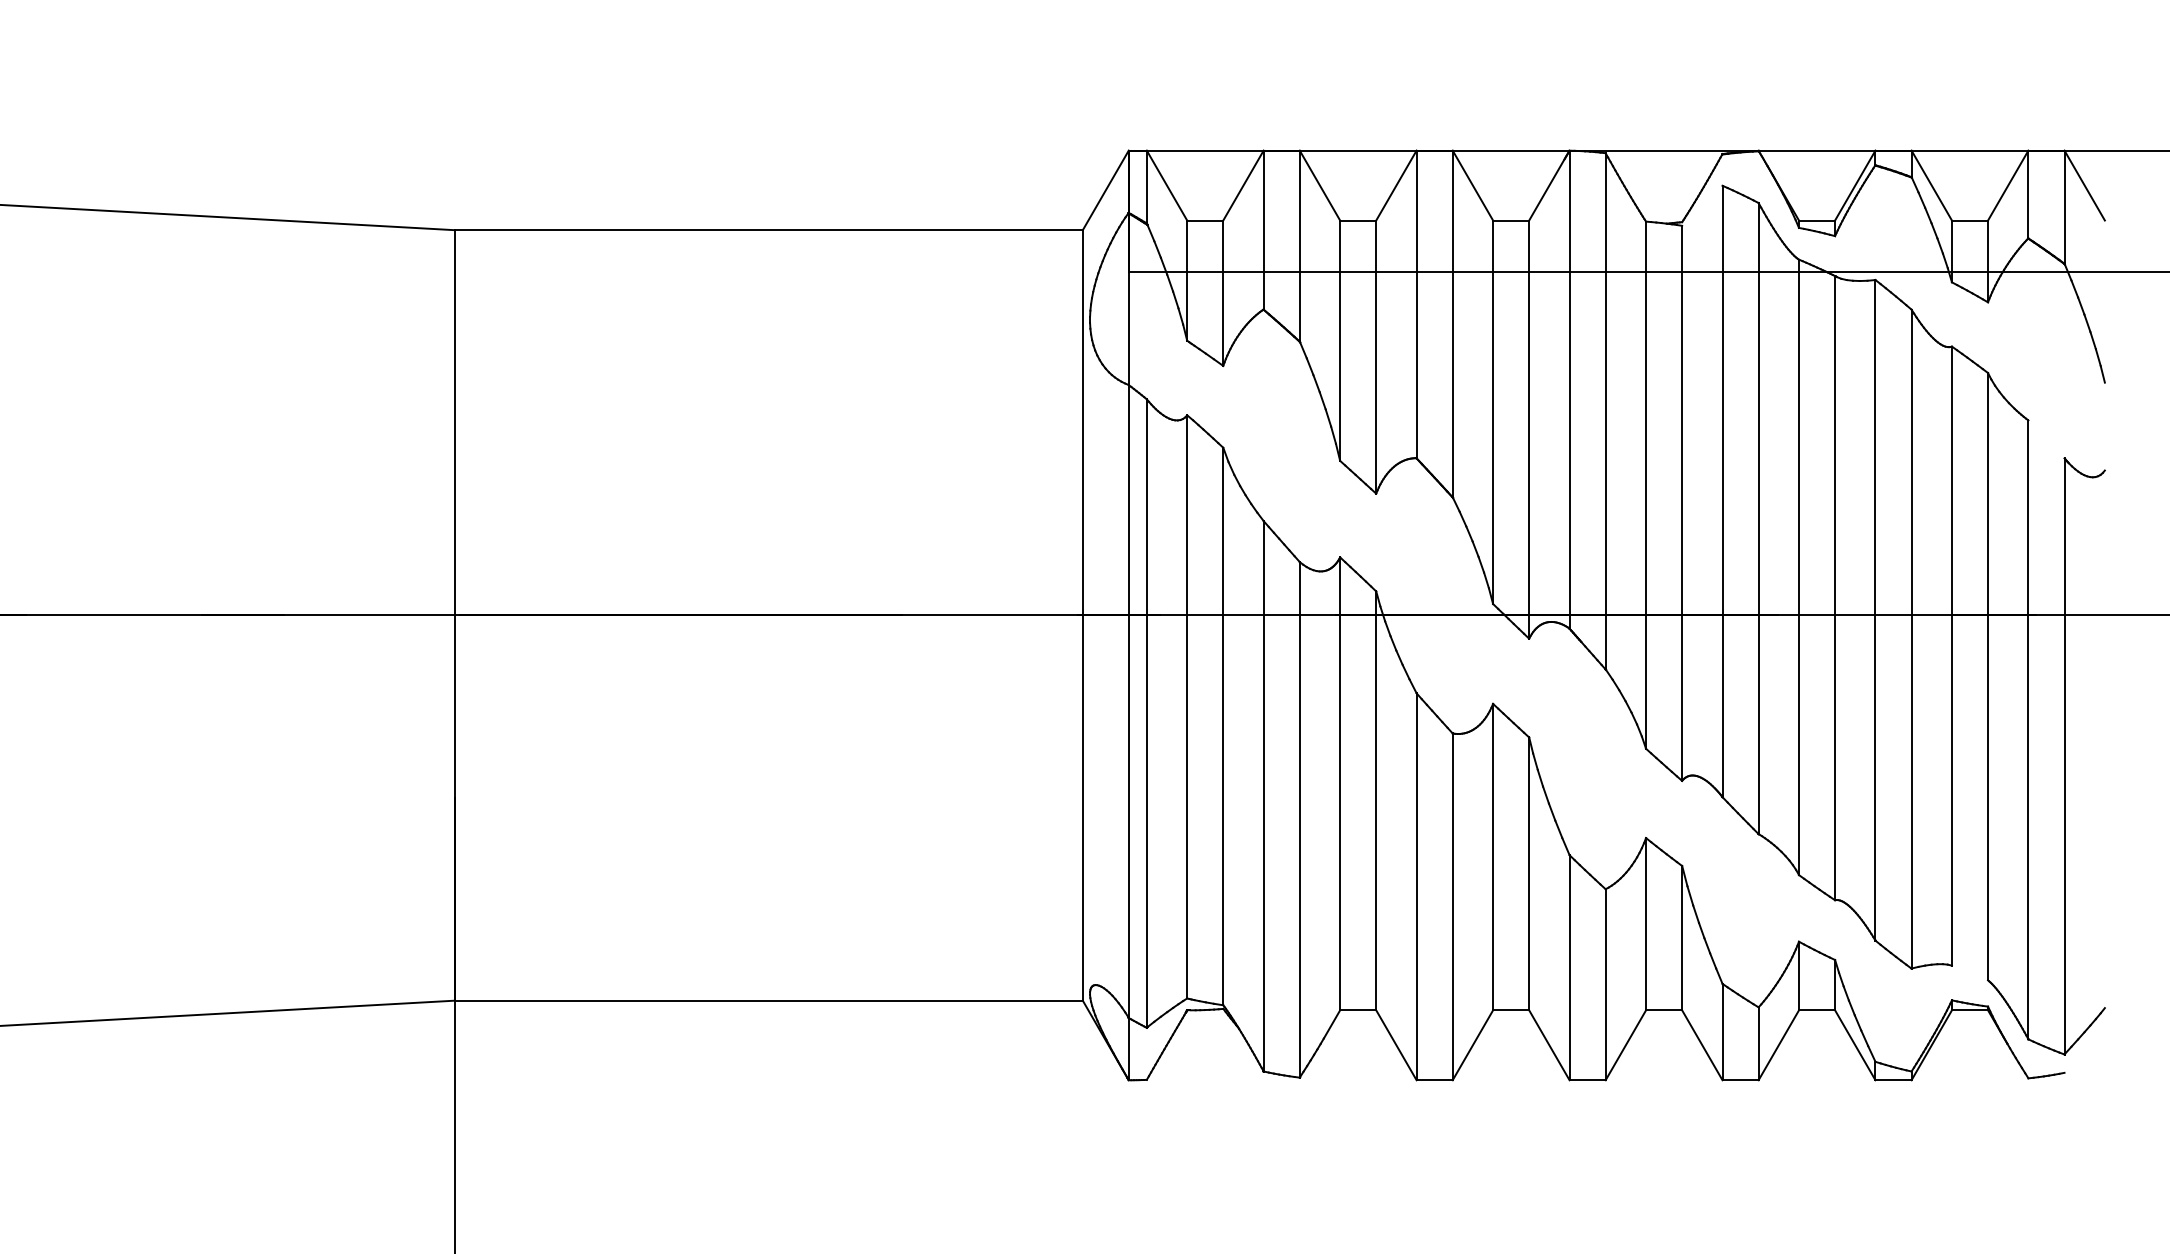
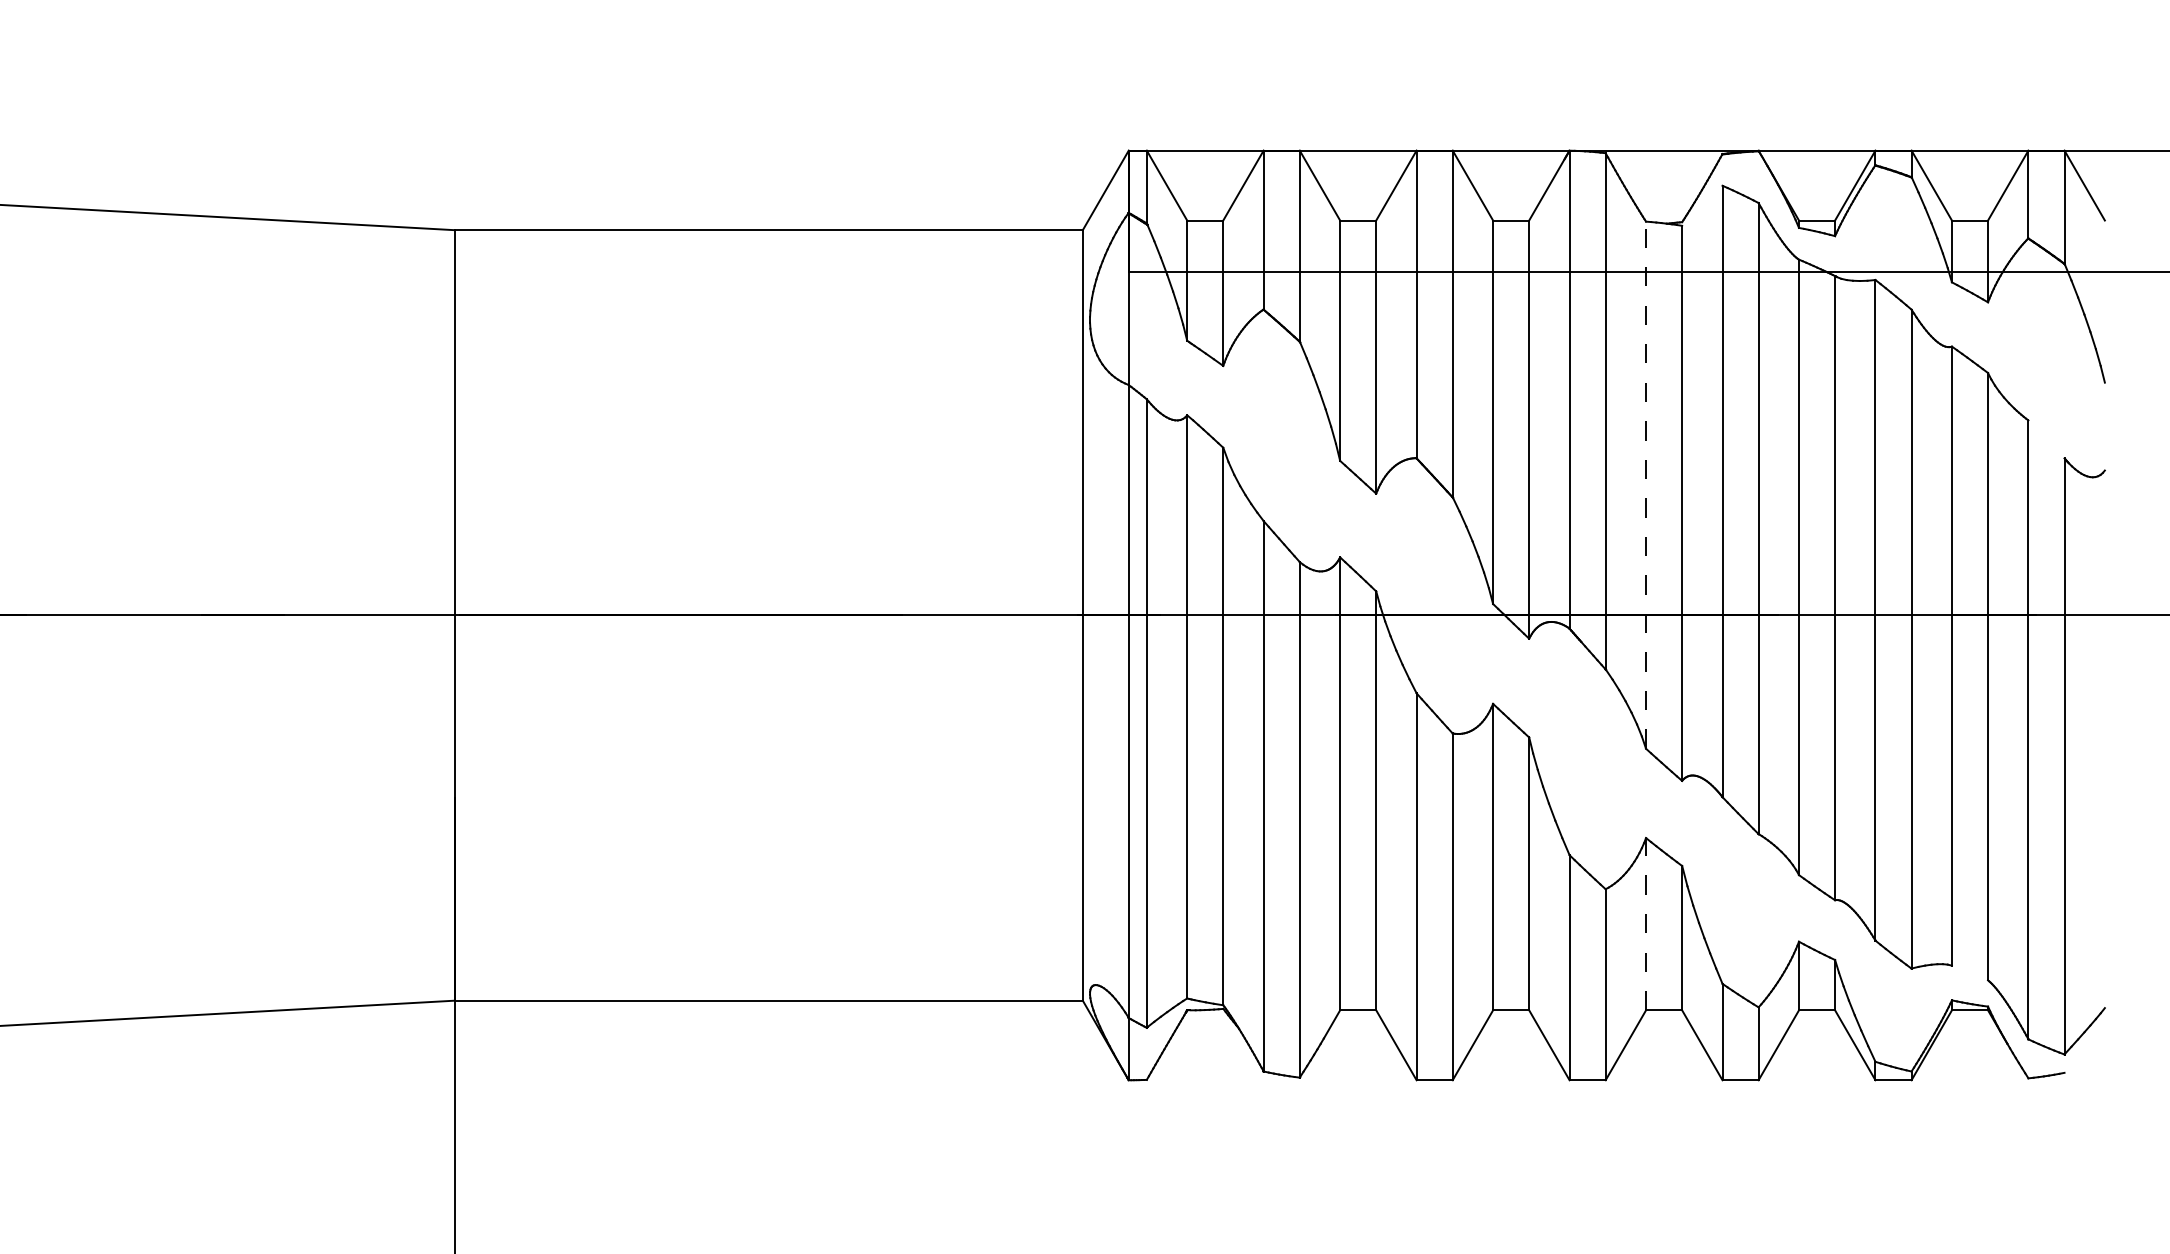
line at (1646, 485): solid -> dashed
line at (1646, 923): solid -> dashed
